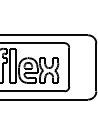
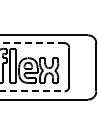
line at (31, 43): solid -> dashed
line at (32, 91): solid -> dashed
